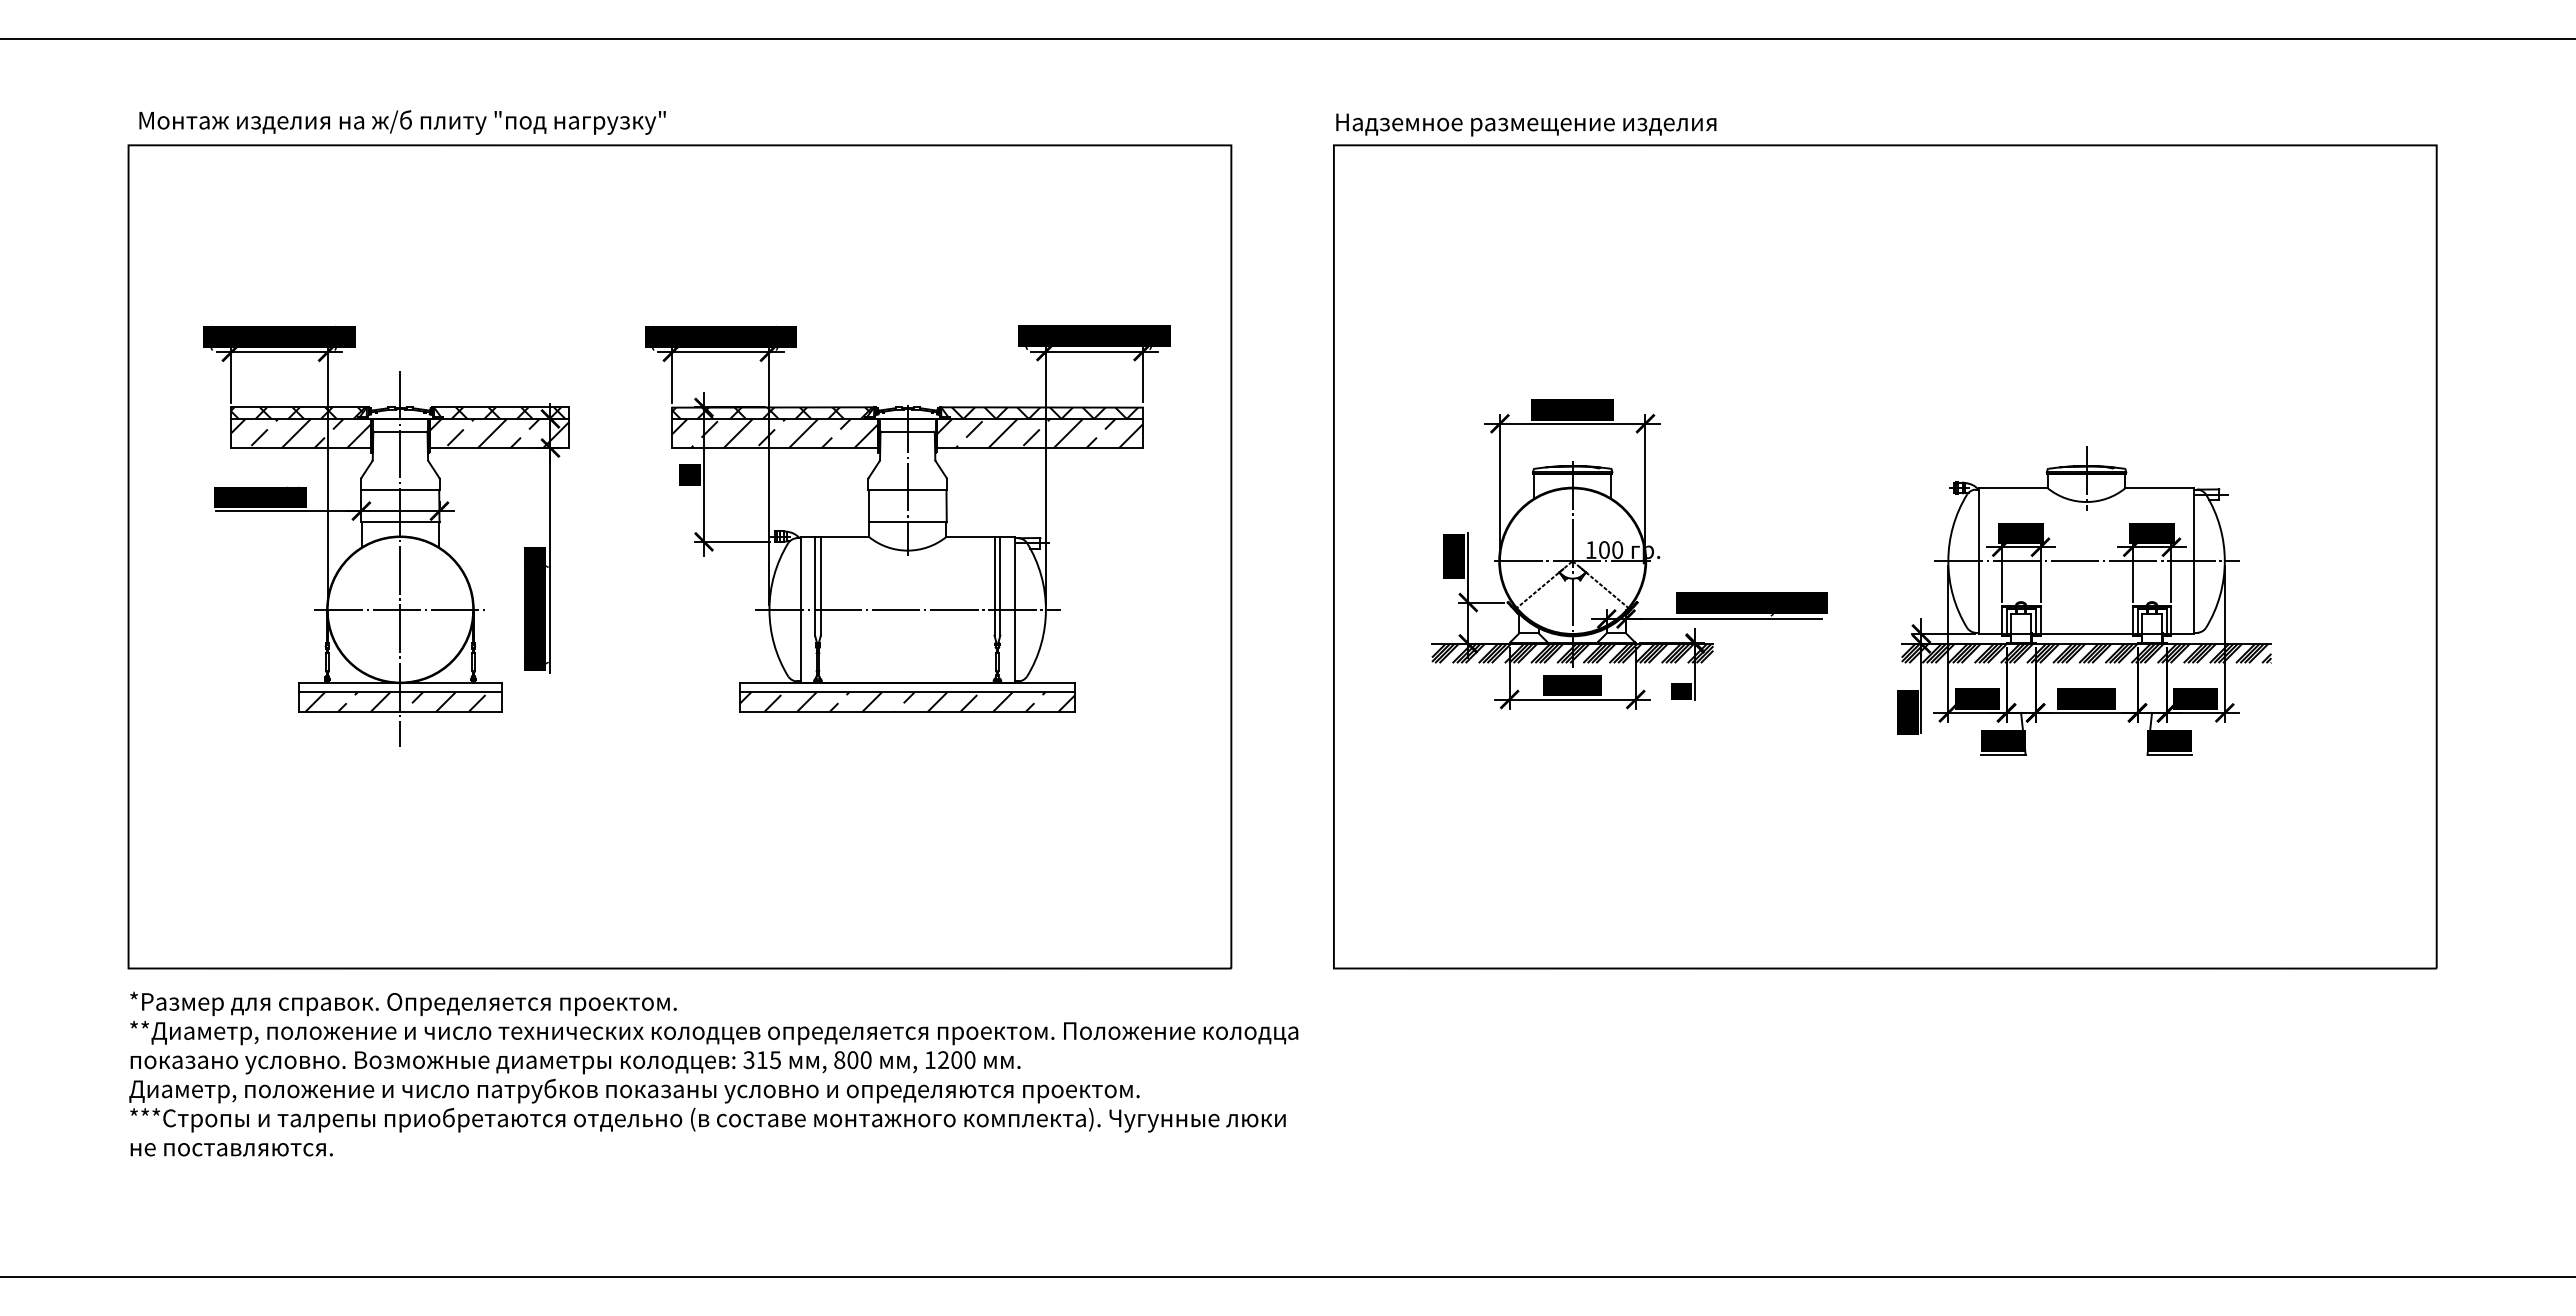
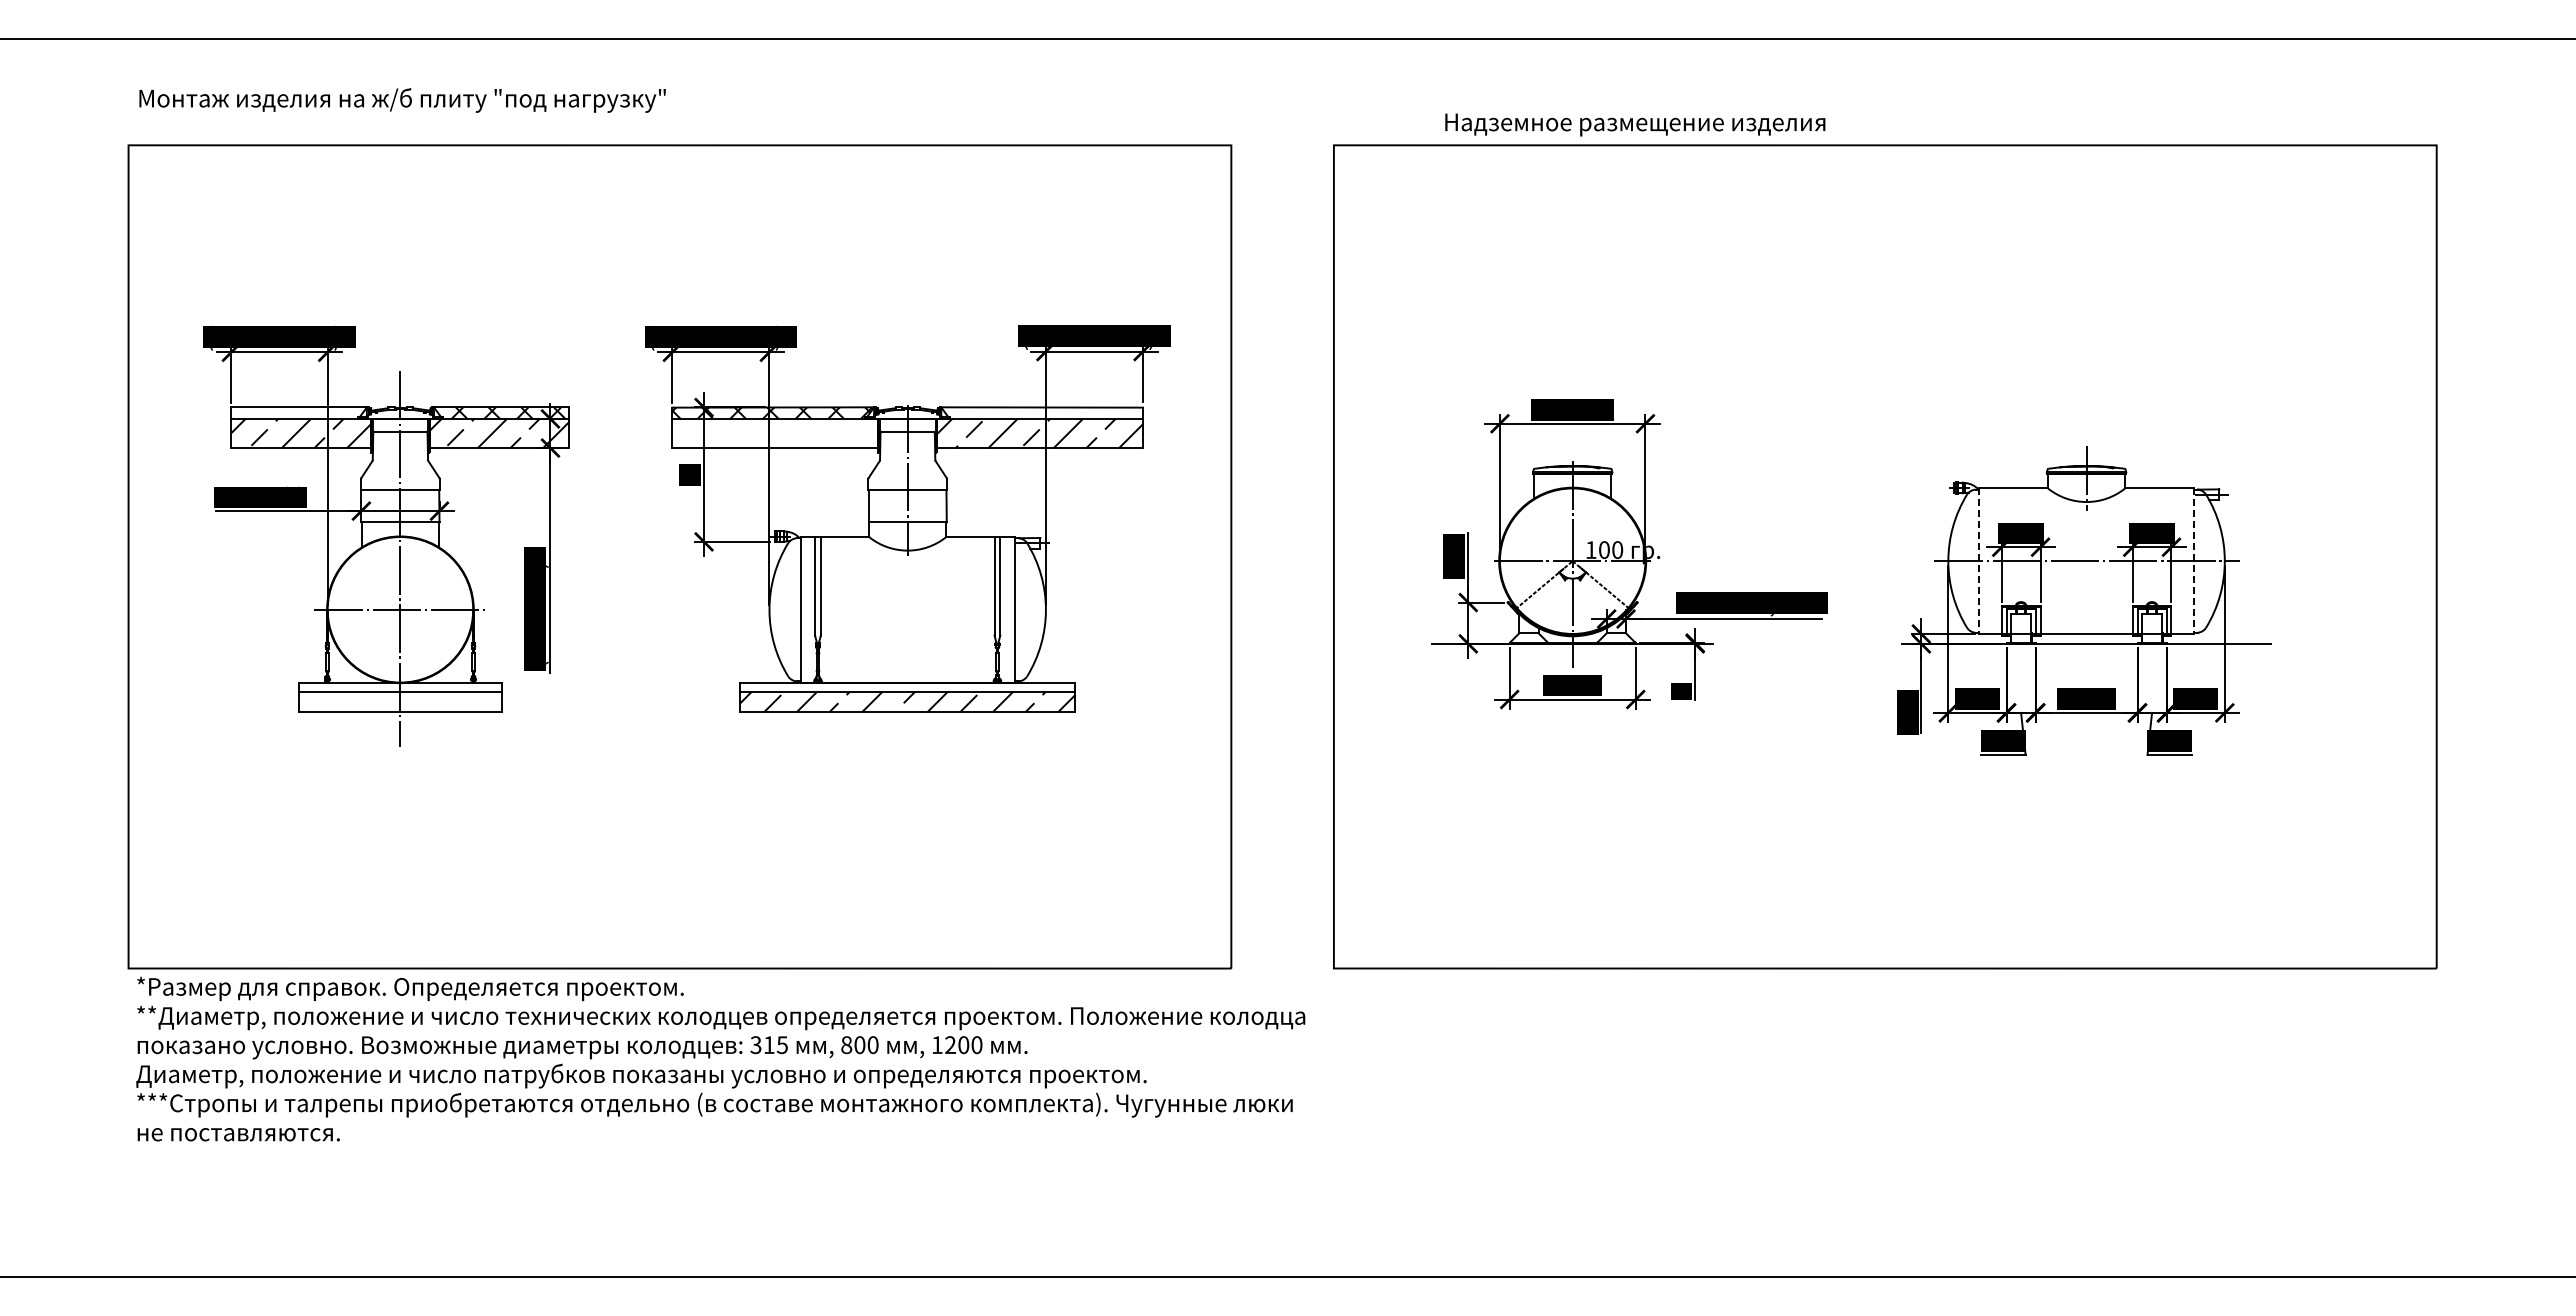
text at (402, 122) position: (402, 122) -> (402, 100)
text at (1526, 124) position: (1526, 124) -> (1635, 124)
hatch at (298, 413): present -> none
hatch at (1039, 413): present -> none
hatch at (775, 433): present -> none
line at (1979, 561): solid -> dashed
line at (2193, 561): solid -> dashed
line at (908, 609): present -> none
hatch at (1572, 653): present -> none
hatch at (2086, 653): present -> none
hatch at (403, 701): present -> none
text at (713, 1073) position: (713, 1073) -> (720, 1058)
